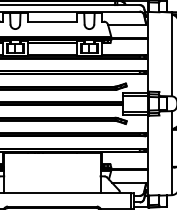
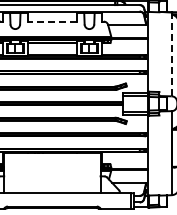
line at (51, 21): solid -> dashed
line at (171, 53): solid -> dashed
